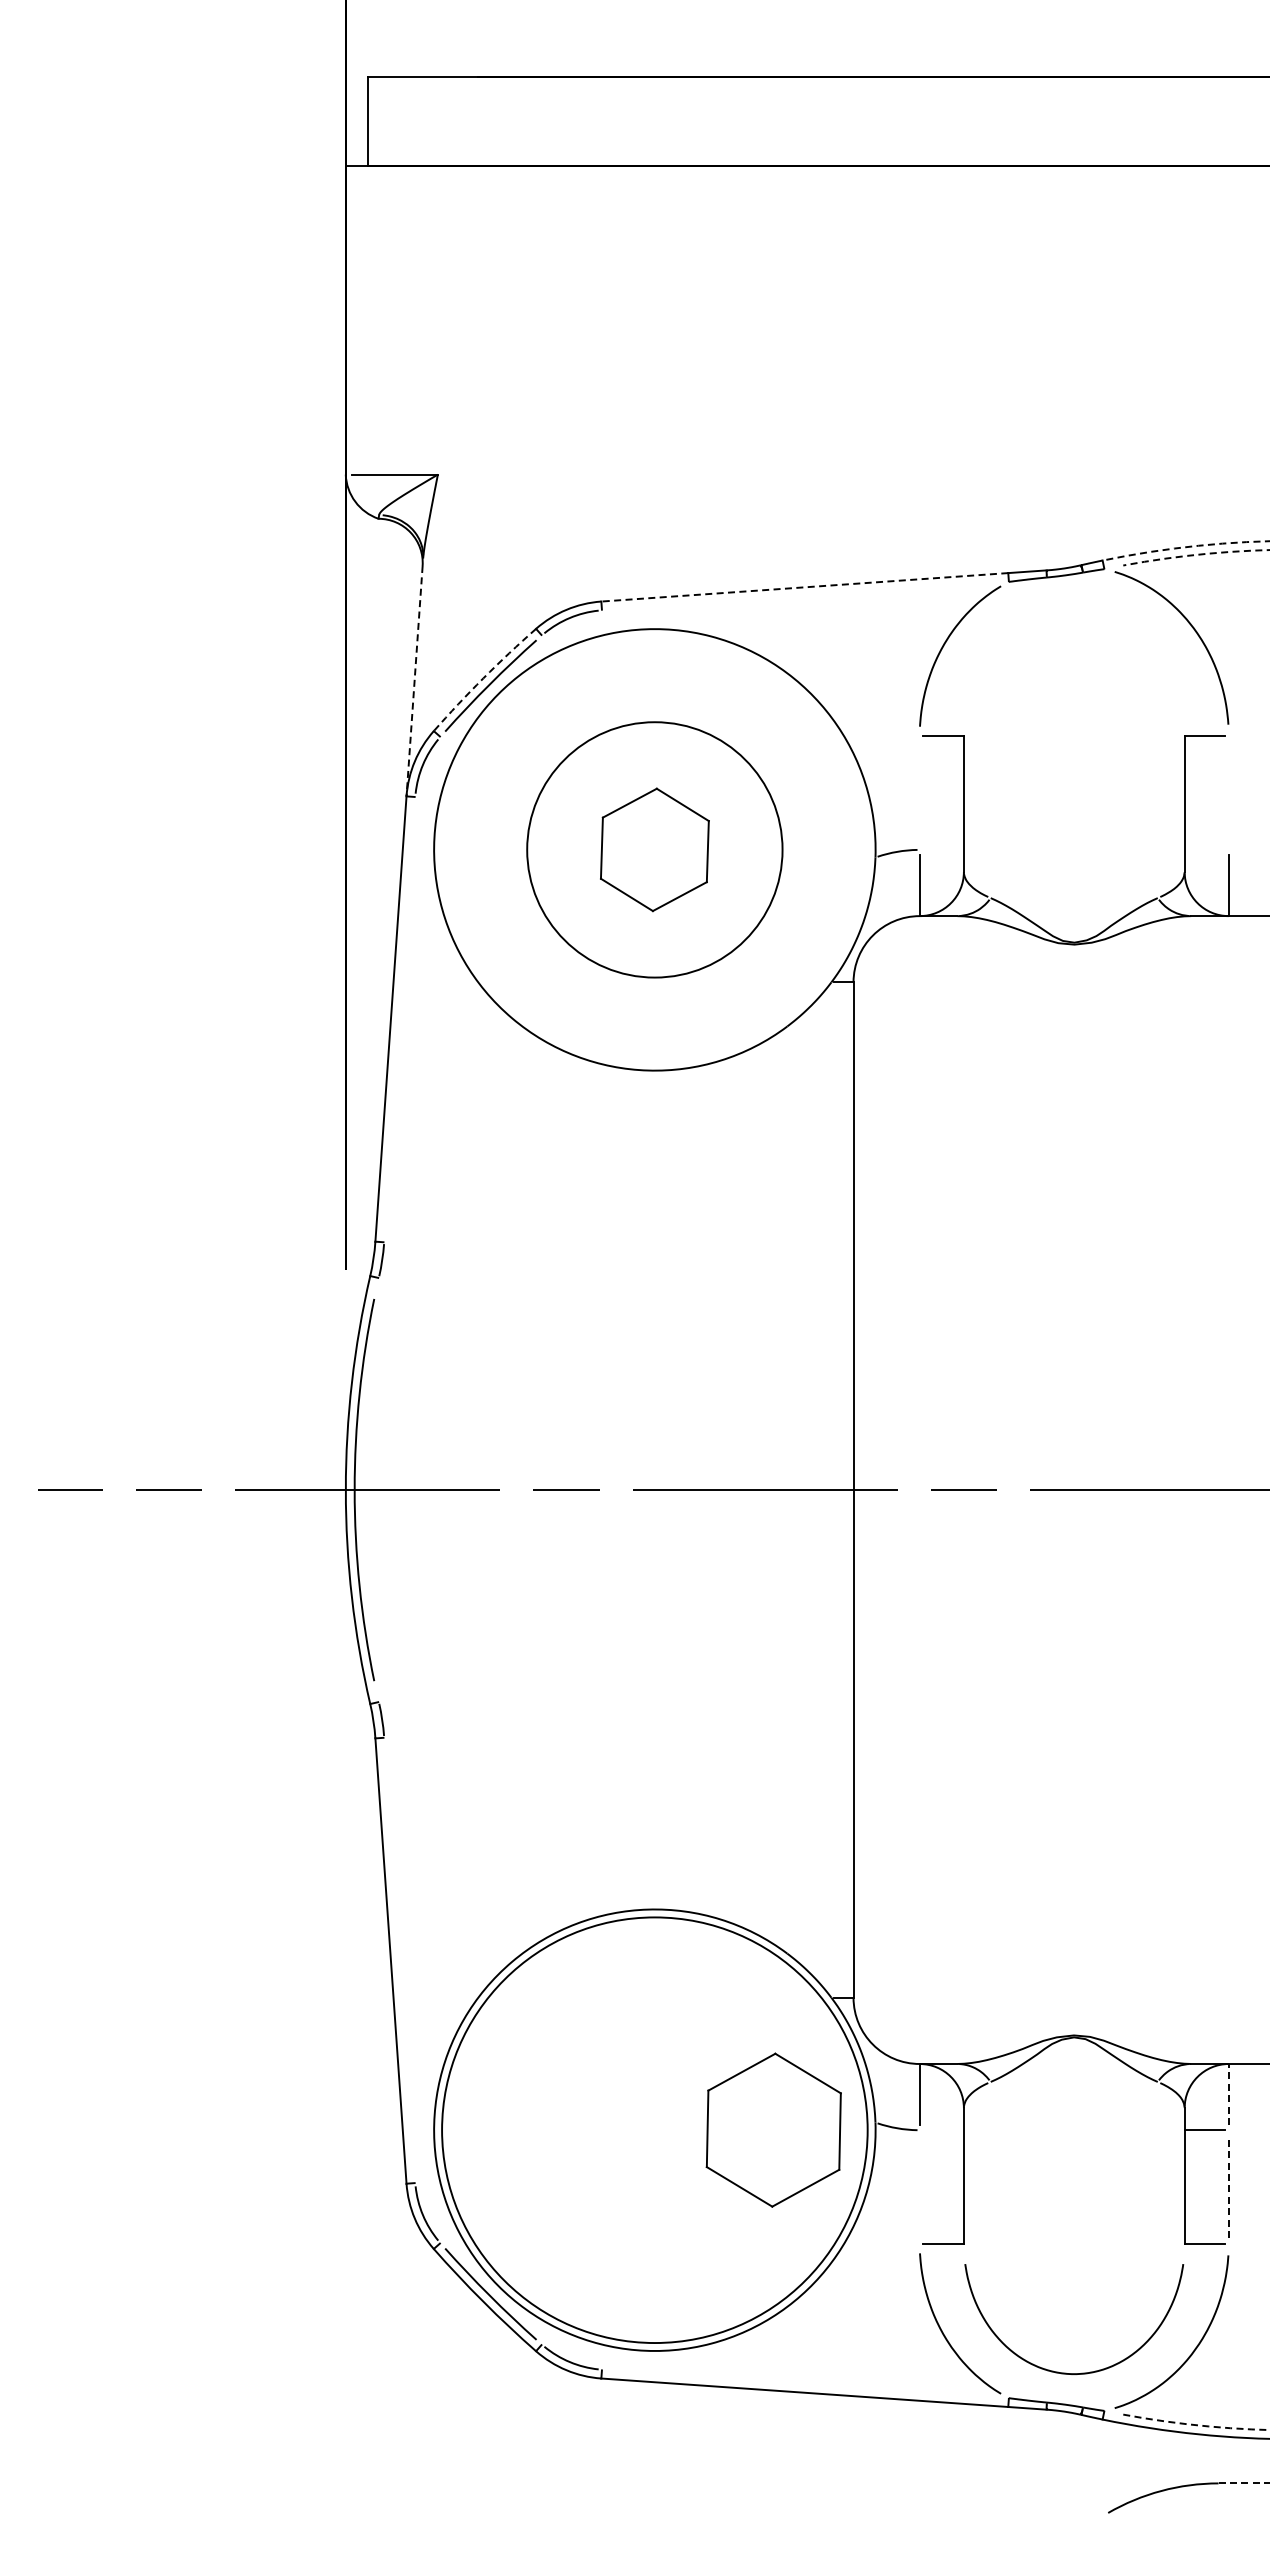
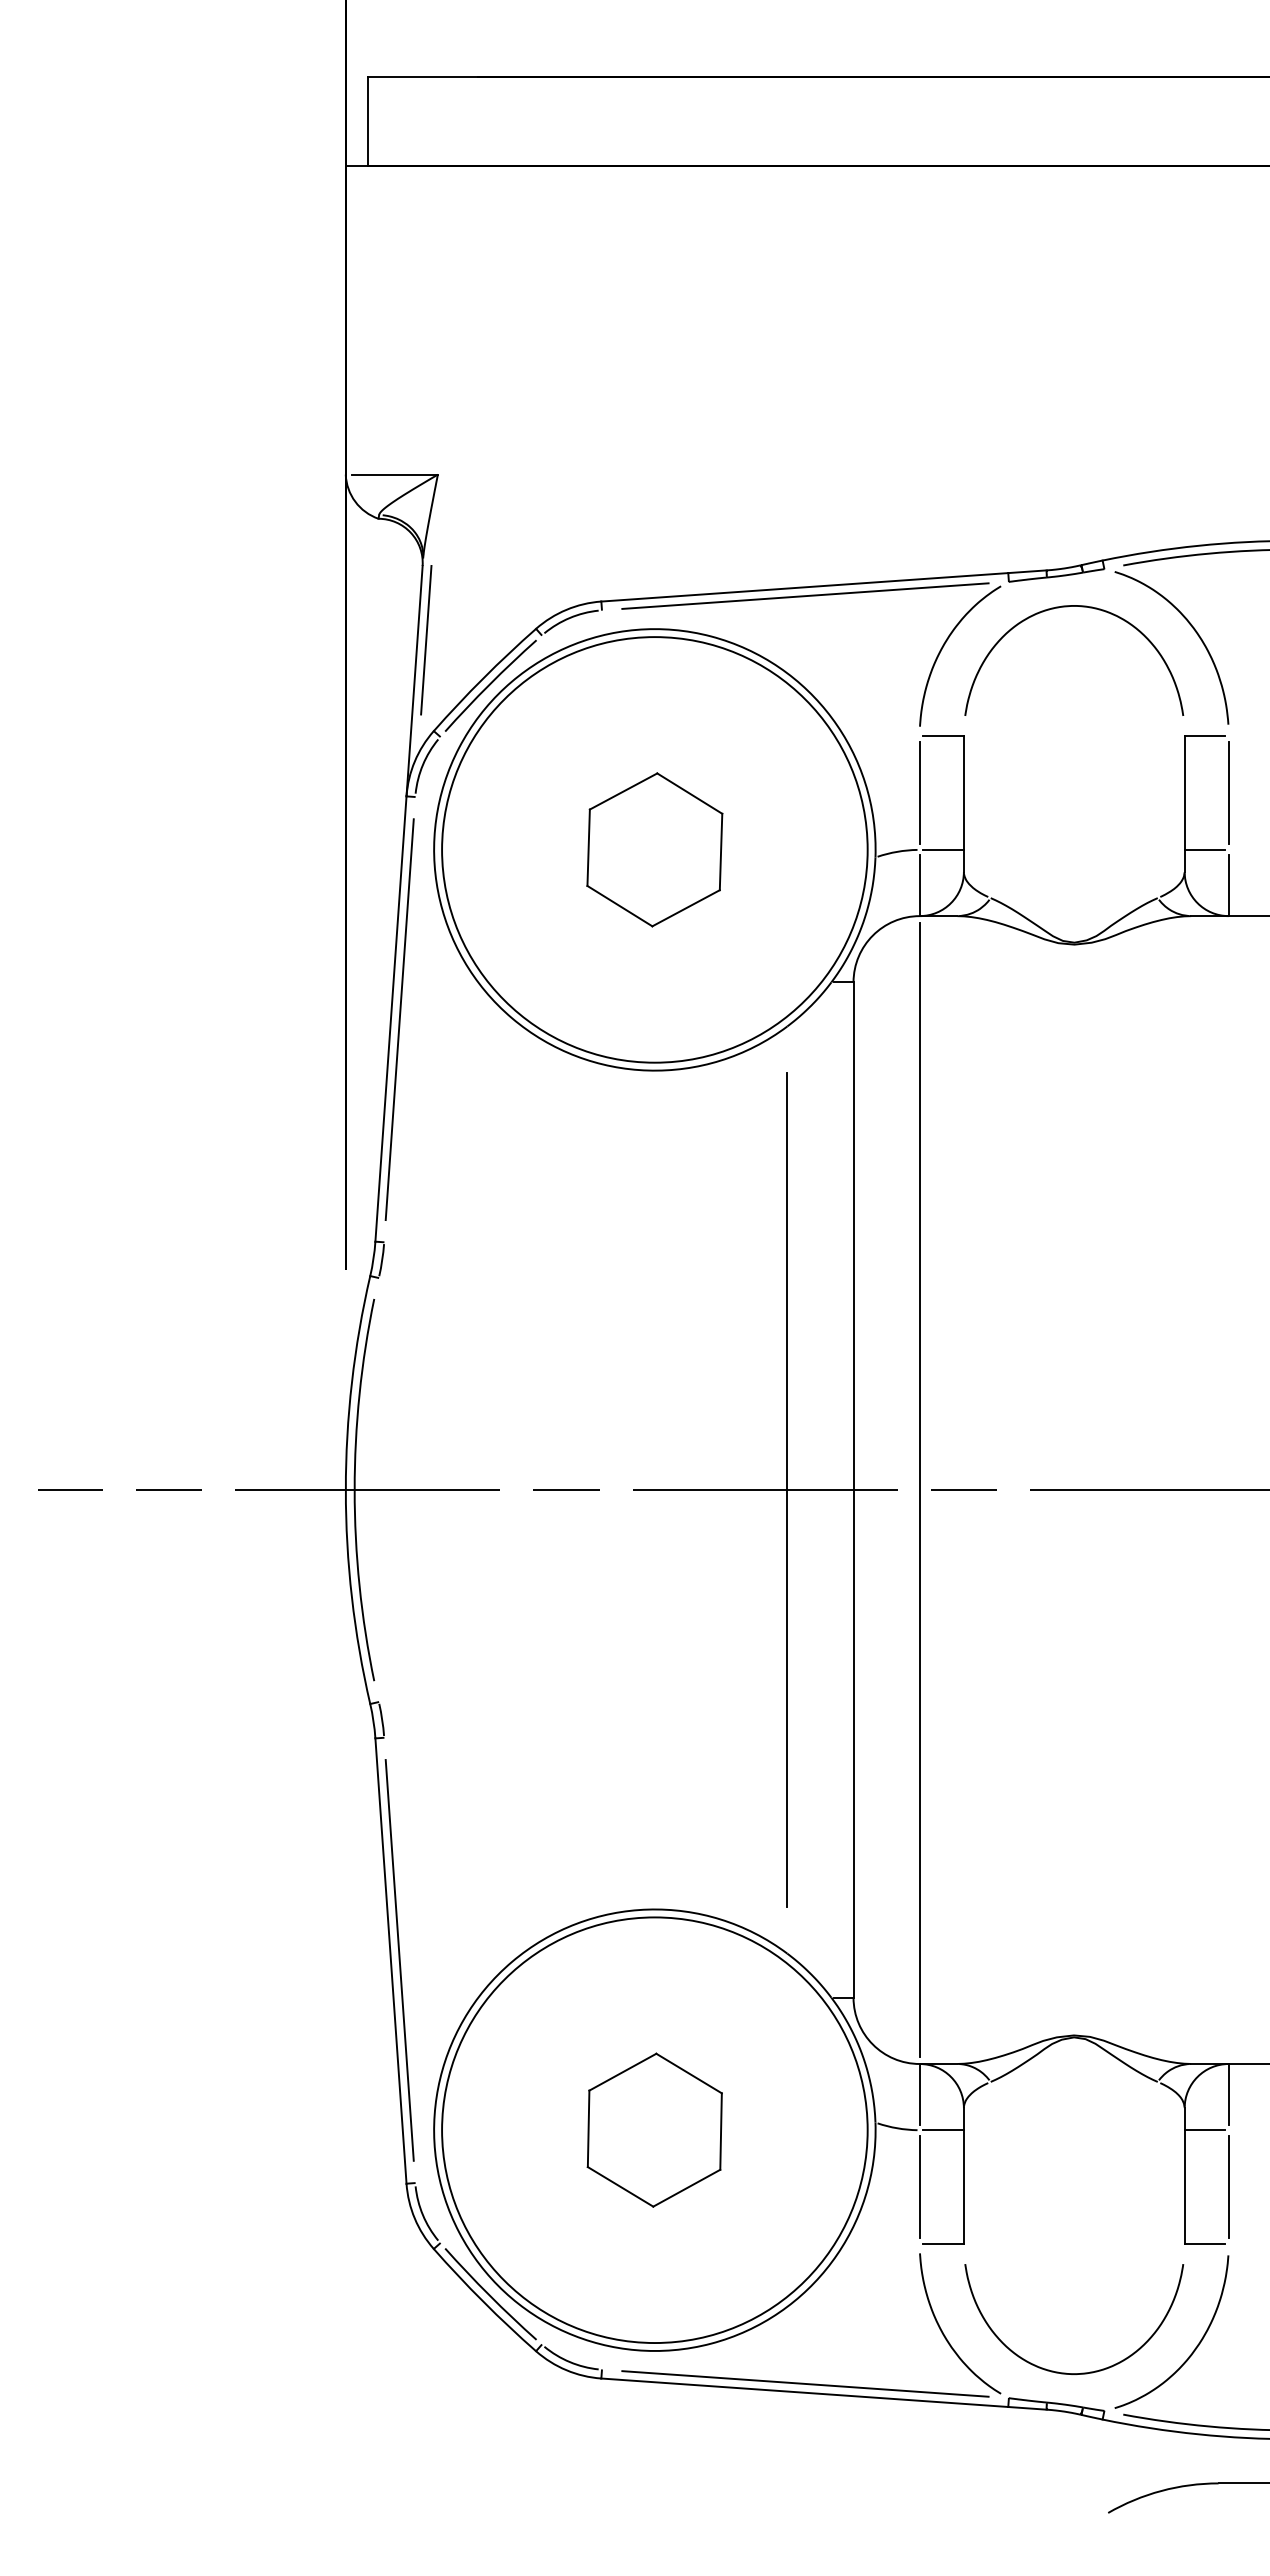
arc at (1185, 547): dashed -> solid
arc at (1196, 554): dashed -> solid
line at (804, 587): dashed -> solid
line at (805, 595): none -> present
curve at (1067, 607): none -> present
line at (426, 639): none -> present
arc at (483, 678): dashed -> solid
line at (414, 681): dashed -> solid
line at (919, 793): none -> present
line at (1228, 793): none -> present
circle at (654, 849) diameter: 255 px -> 426 px
part at (654, 849) size: 110x126 px -> 138x156 px
line at (943, 849): none -> present
line at (1204, 849): none -> present
line at (399, 1019): none -> present
line at (787, 1489): none -> present
line at (919, 1489): none -> present
line at (399, 1960): none -> present
line at (1228, 2094): dashed -> solid
part at (773, 2129) position: (773, 2129) -> (654, 2129)
line at (943, 2130): none -> present
line at (919, 2186): none -> present
line at (1228, 2186): dashed -> solid
line at (805, 2383): none -> present
arc at (1196, 2425): dashed -> solid
line at (1244, 2483): dashed -> solid
